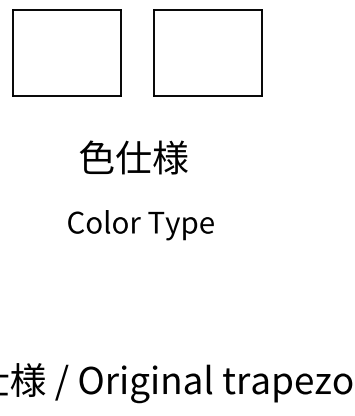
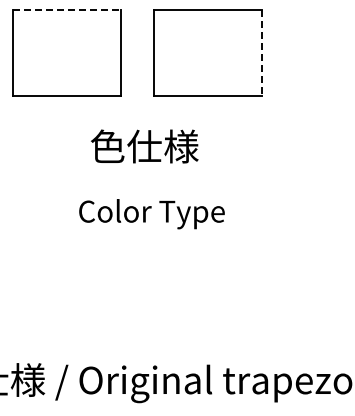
line at (67, 9): solid -> dashed
line at (261, 53): solid -> dashed
text at (140, 190) position: (140, 190) -> (151, 179)
